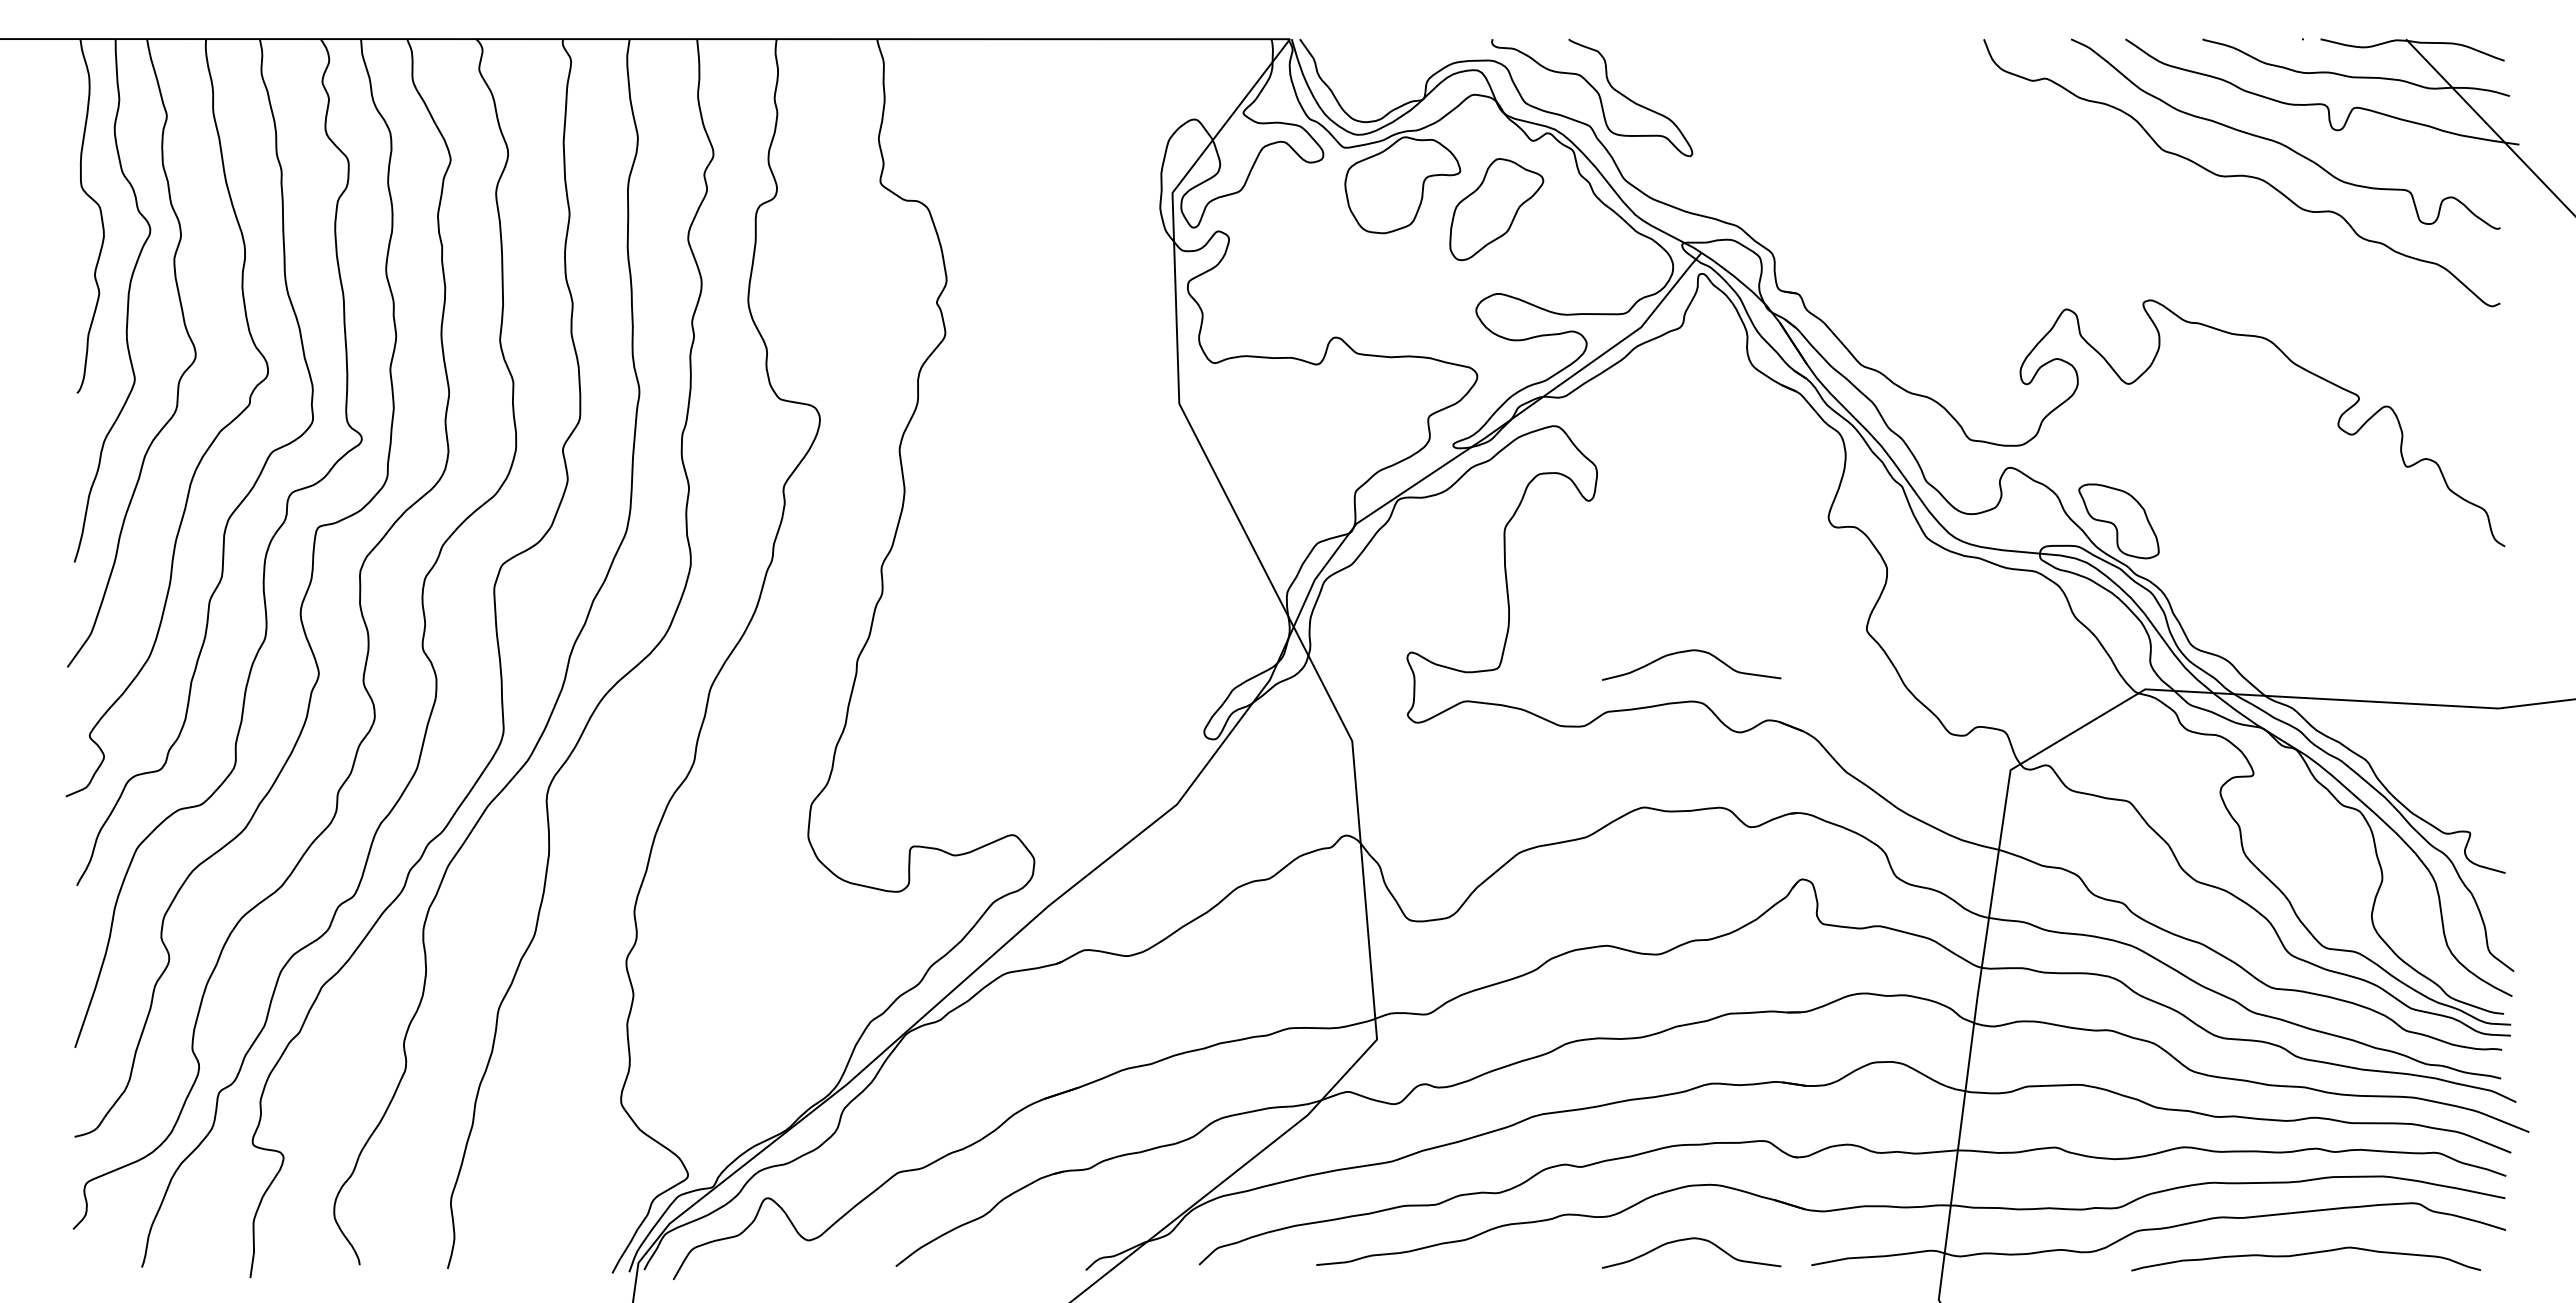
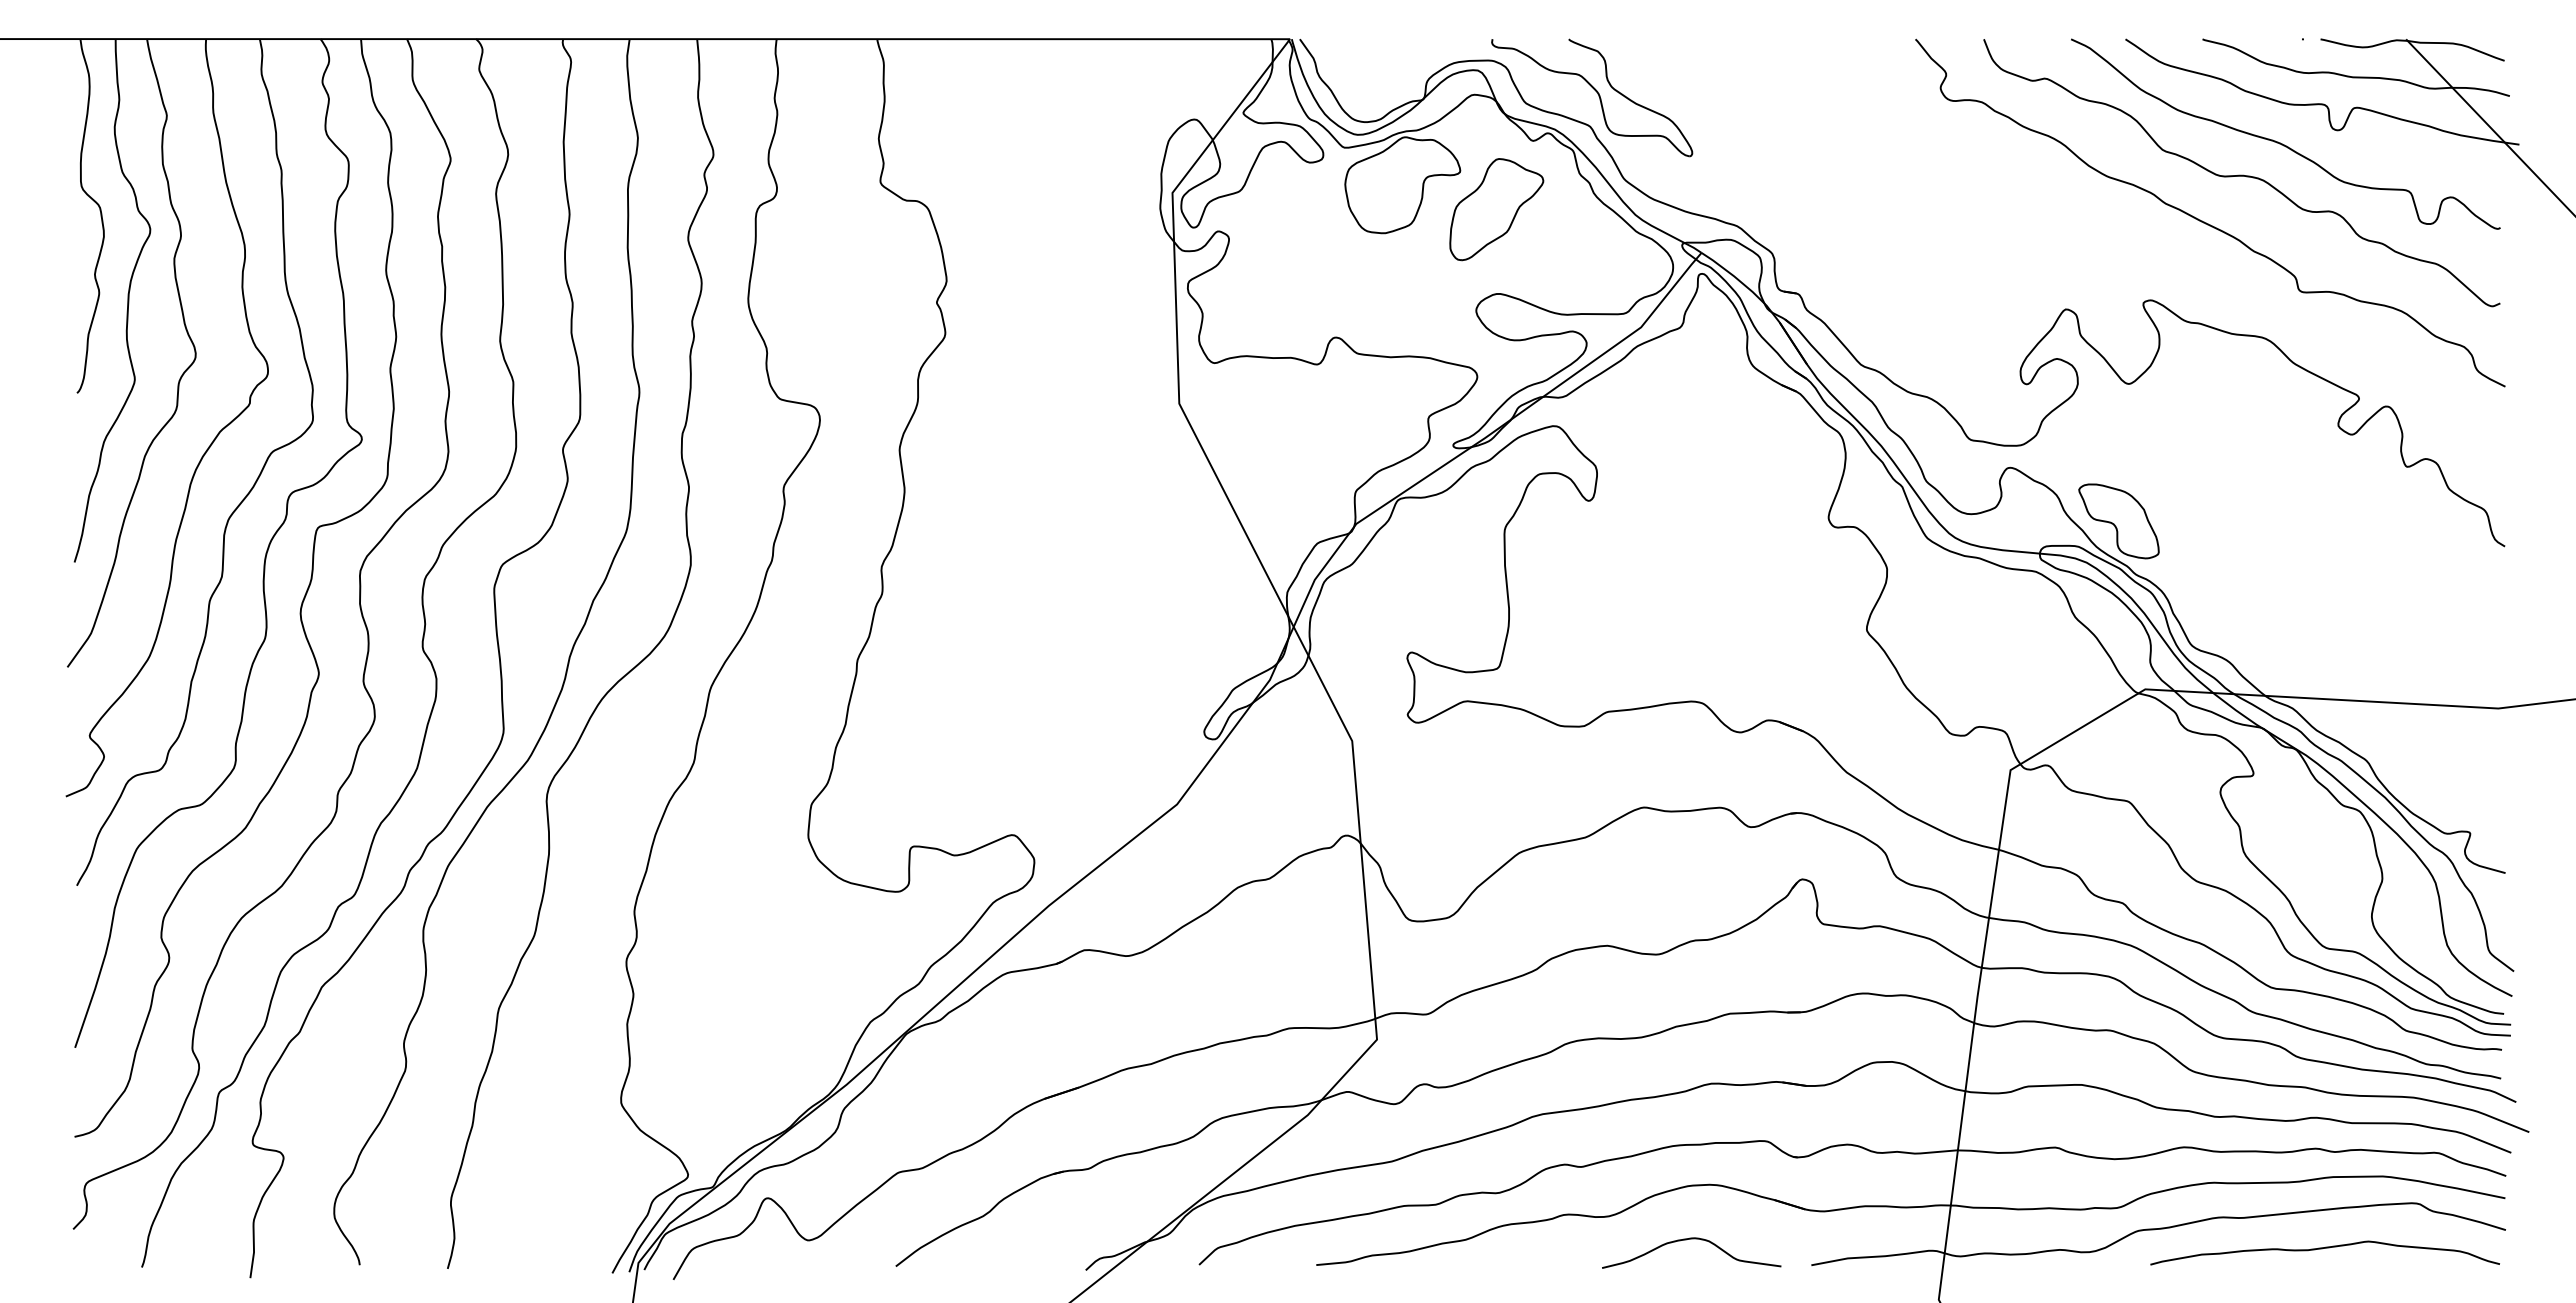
curve at (2206, 222): none -> present
curve at (1691, 651): present -> none
curve at (2303, 1255) position: (2303, 1255) -> (2322, 1249)
